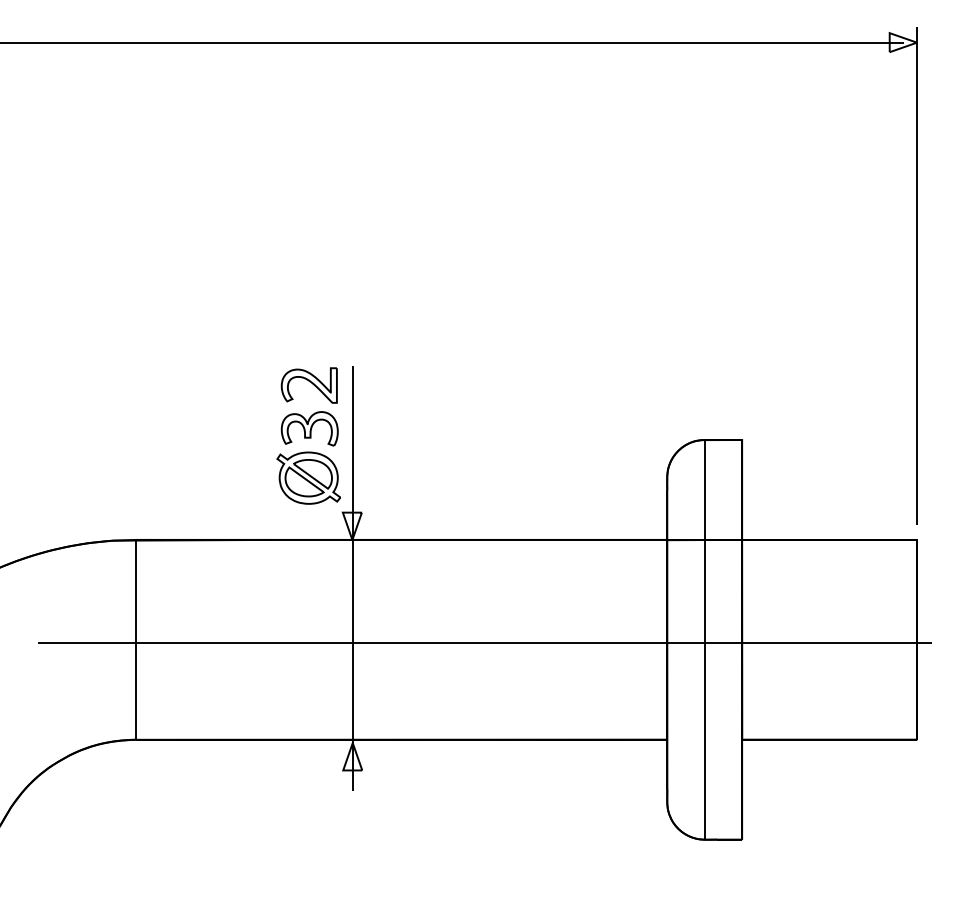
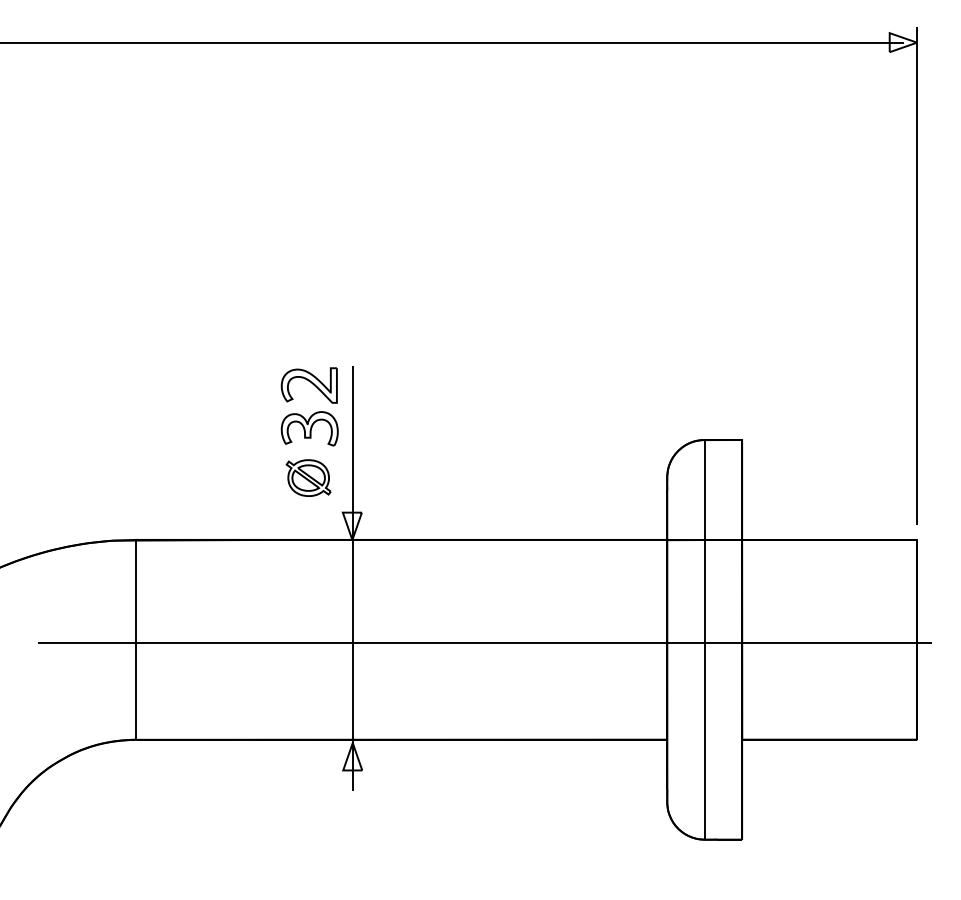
part at (308, 477) size: 65x54 px -> 47x38 px
